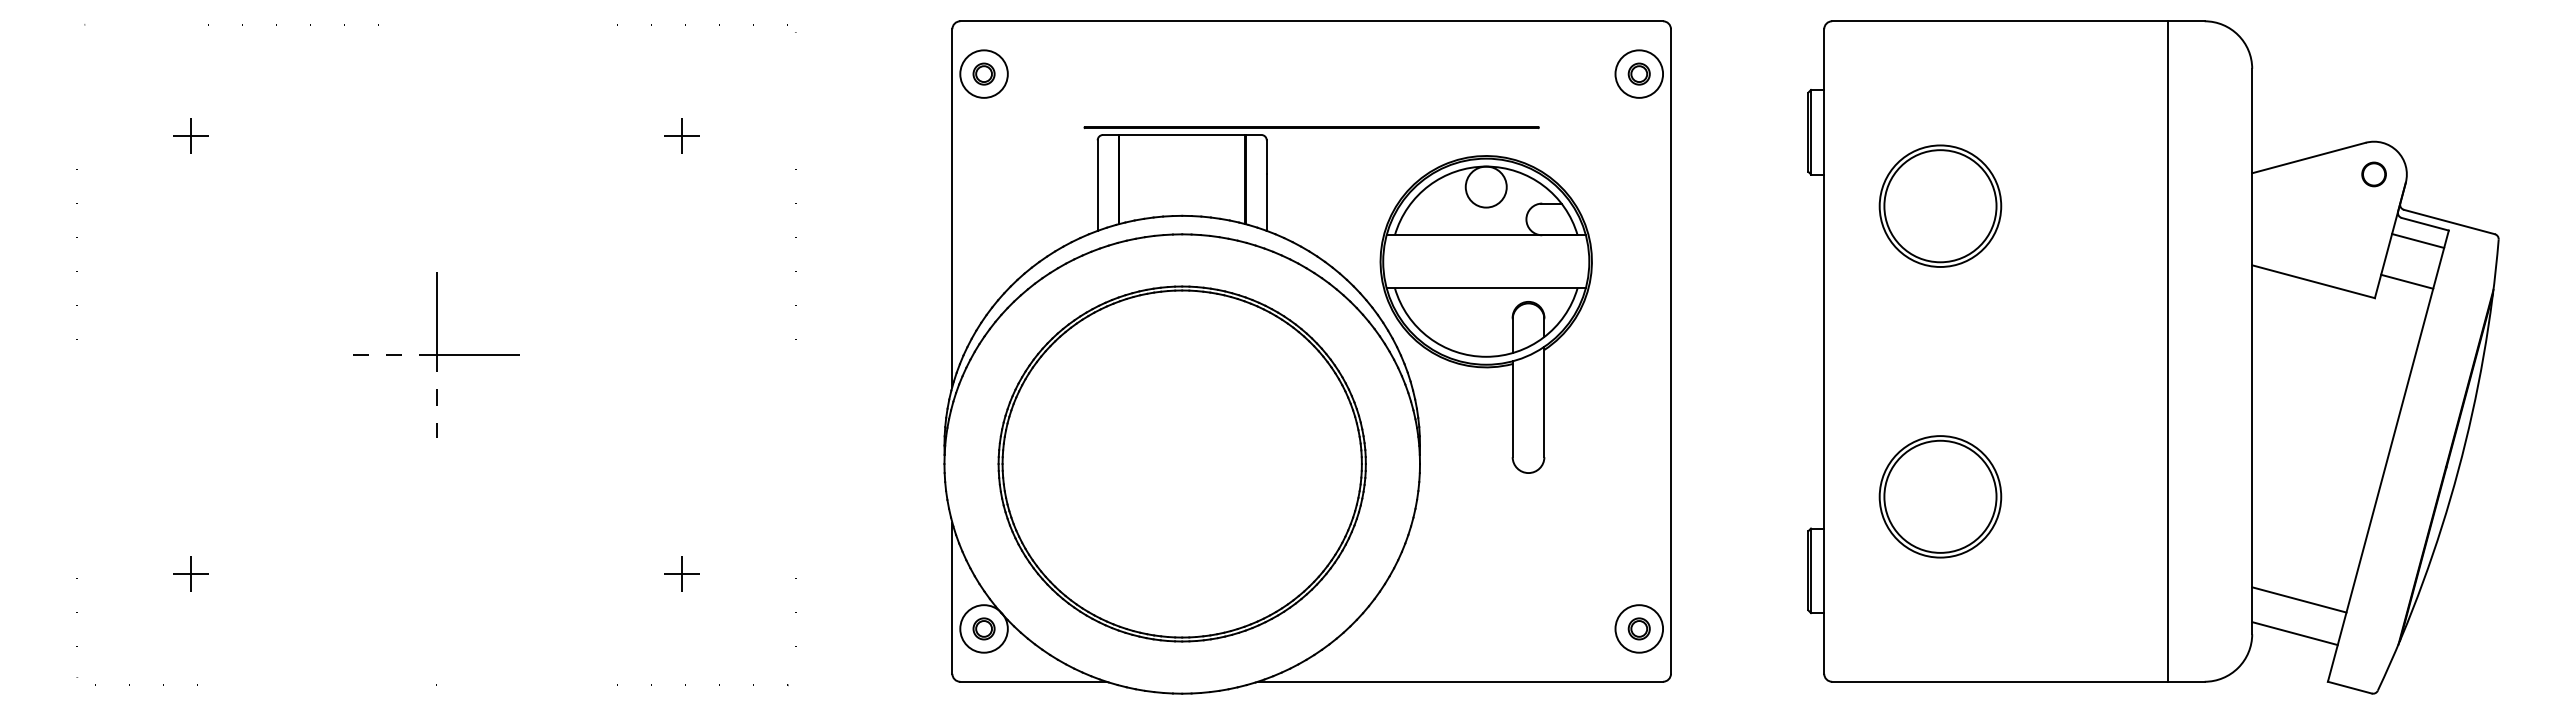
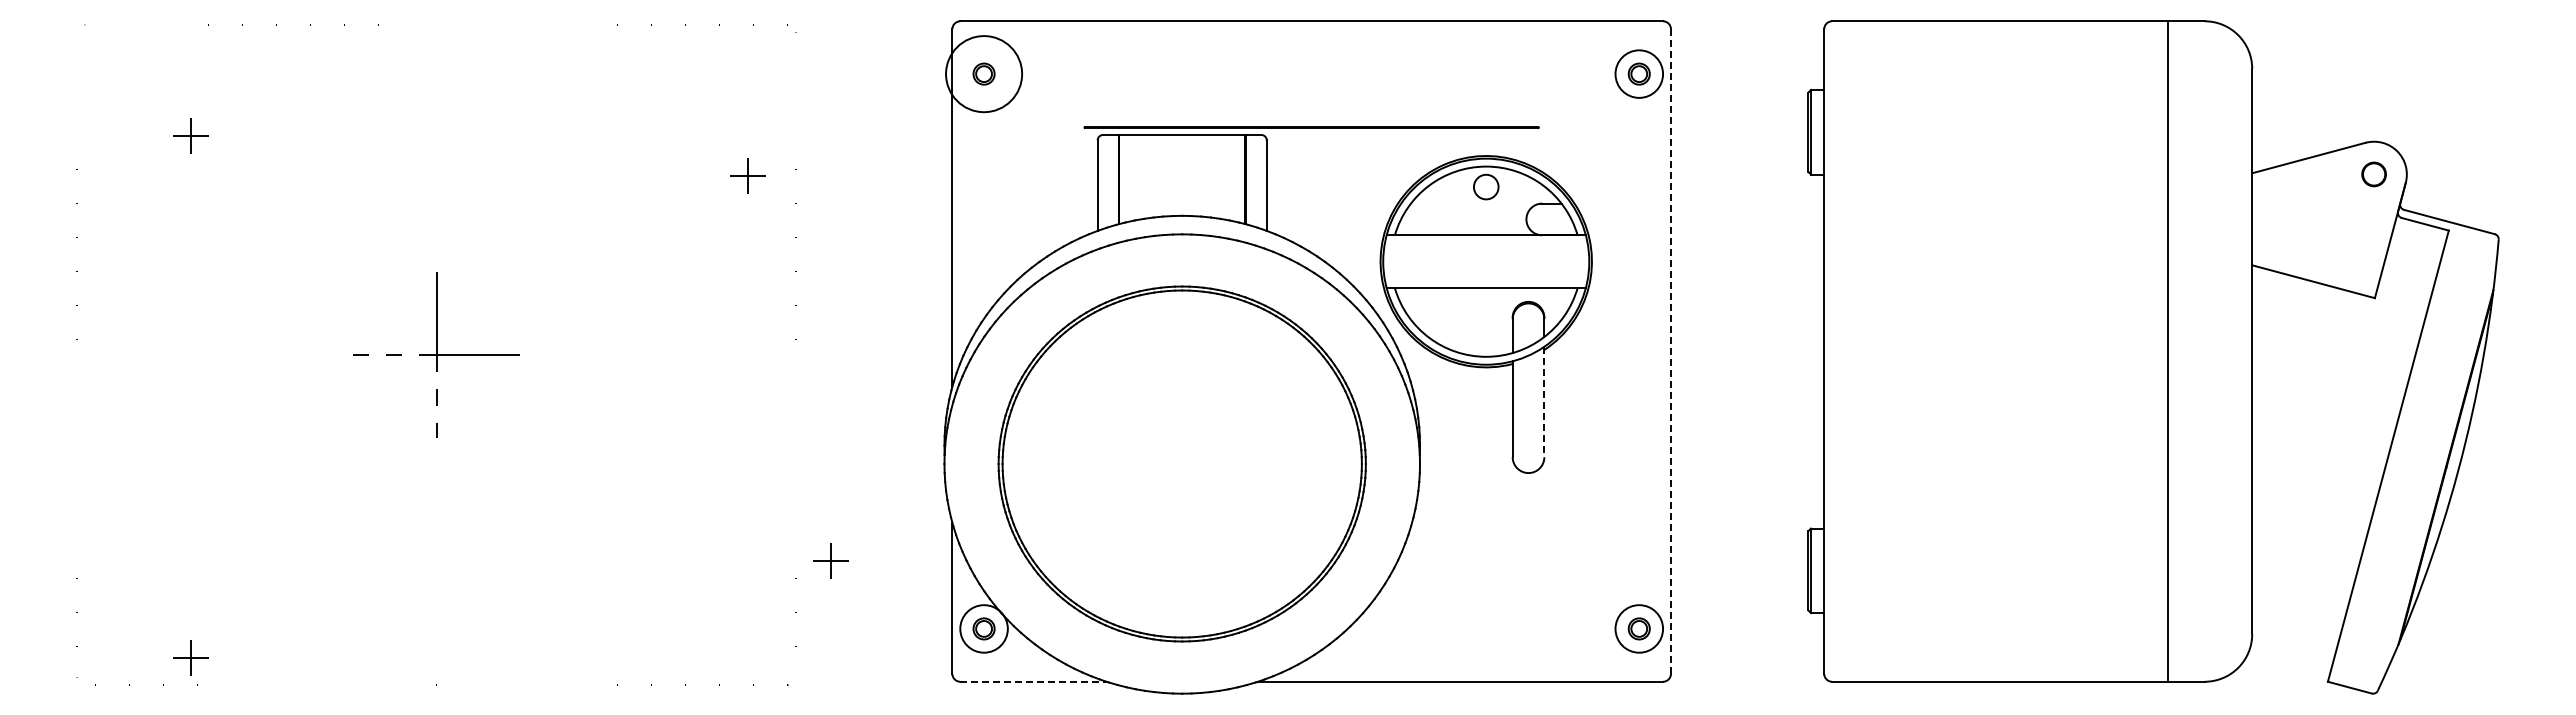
circle at (983, 73) diameter: 48 px -> 76 px
part at (681, 135) position: (681, 135) -> (747, 175)
circle at (1485, 186) diameter: 41 px -> 25 px
part at (1940, 205): present -> none
line at (2418, 240): present -> none
line at (2407, 281): present -> none
line at (1670, 352): solid -> dashed
line at (1544, 402): solid -> dashed
part at (1940, 496): present -> none
part at (190, 573) position: (190, 573) -> (190, 657)
part at (681, 573) position: (681, 573) -> (830, 560)
line at (2299, 599): present -> none
line at (2294, 633): present -> none
line at (1034, 681): solid -> dashed
